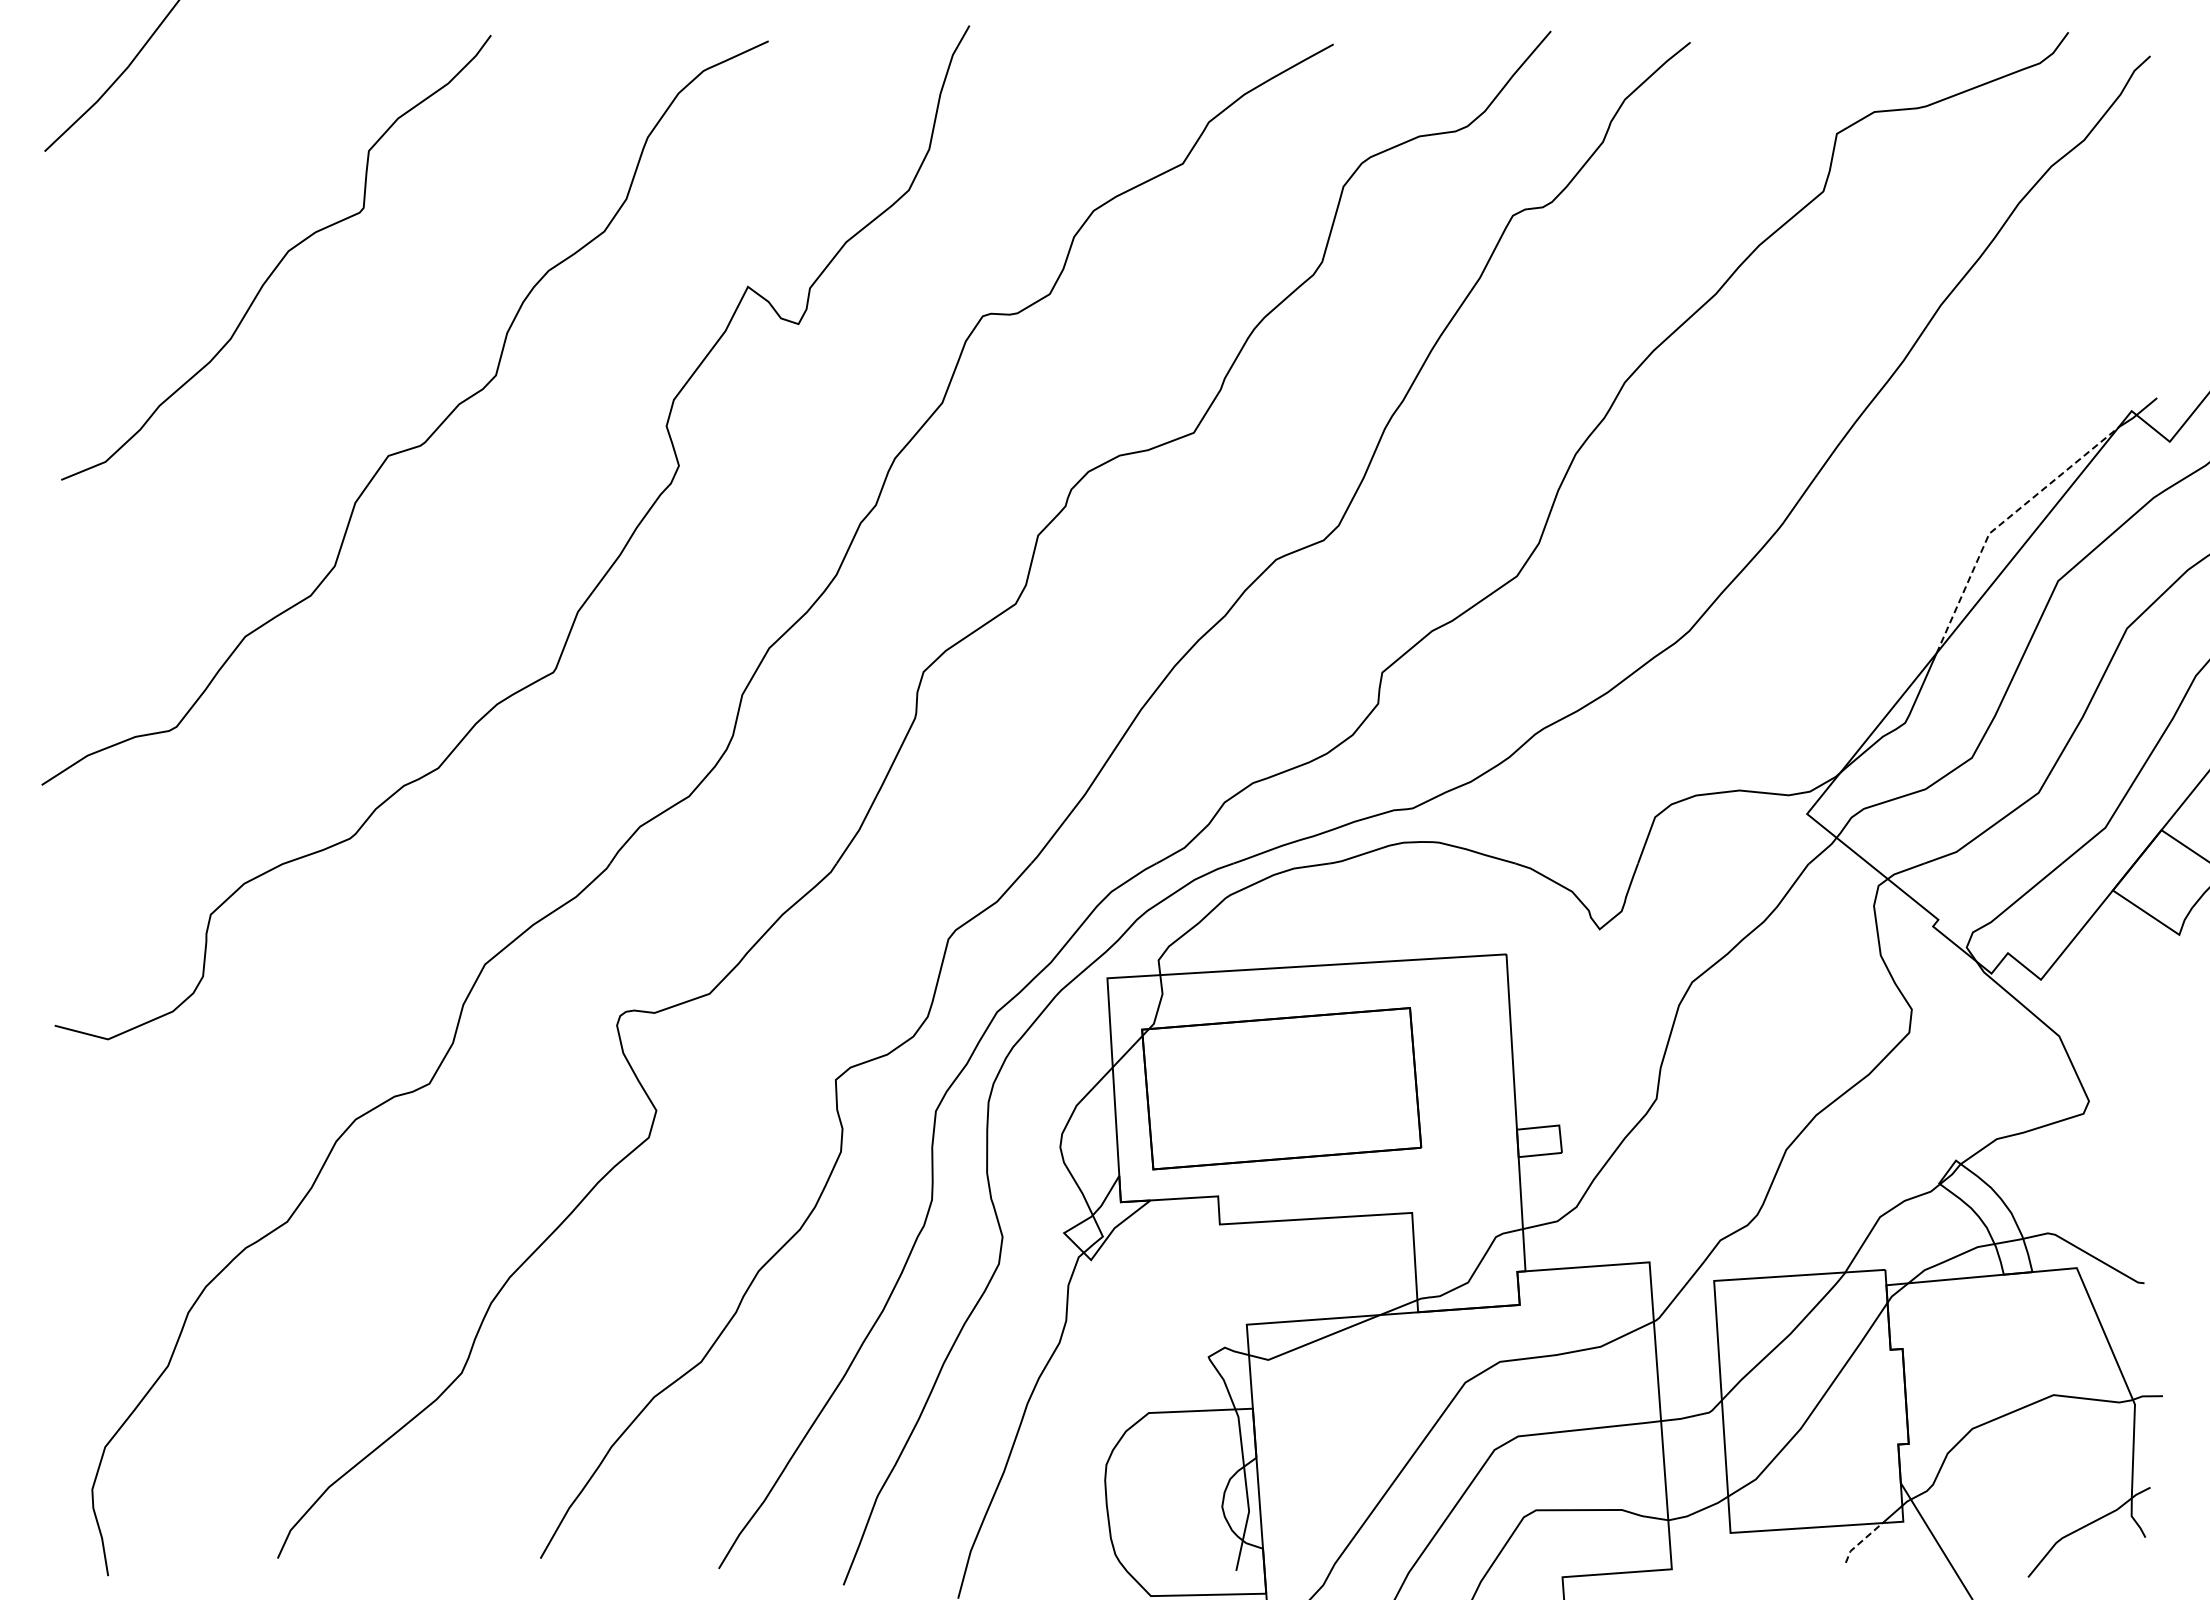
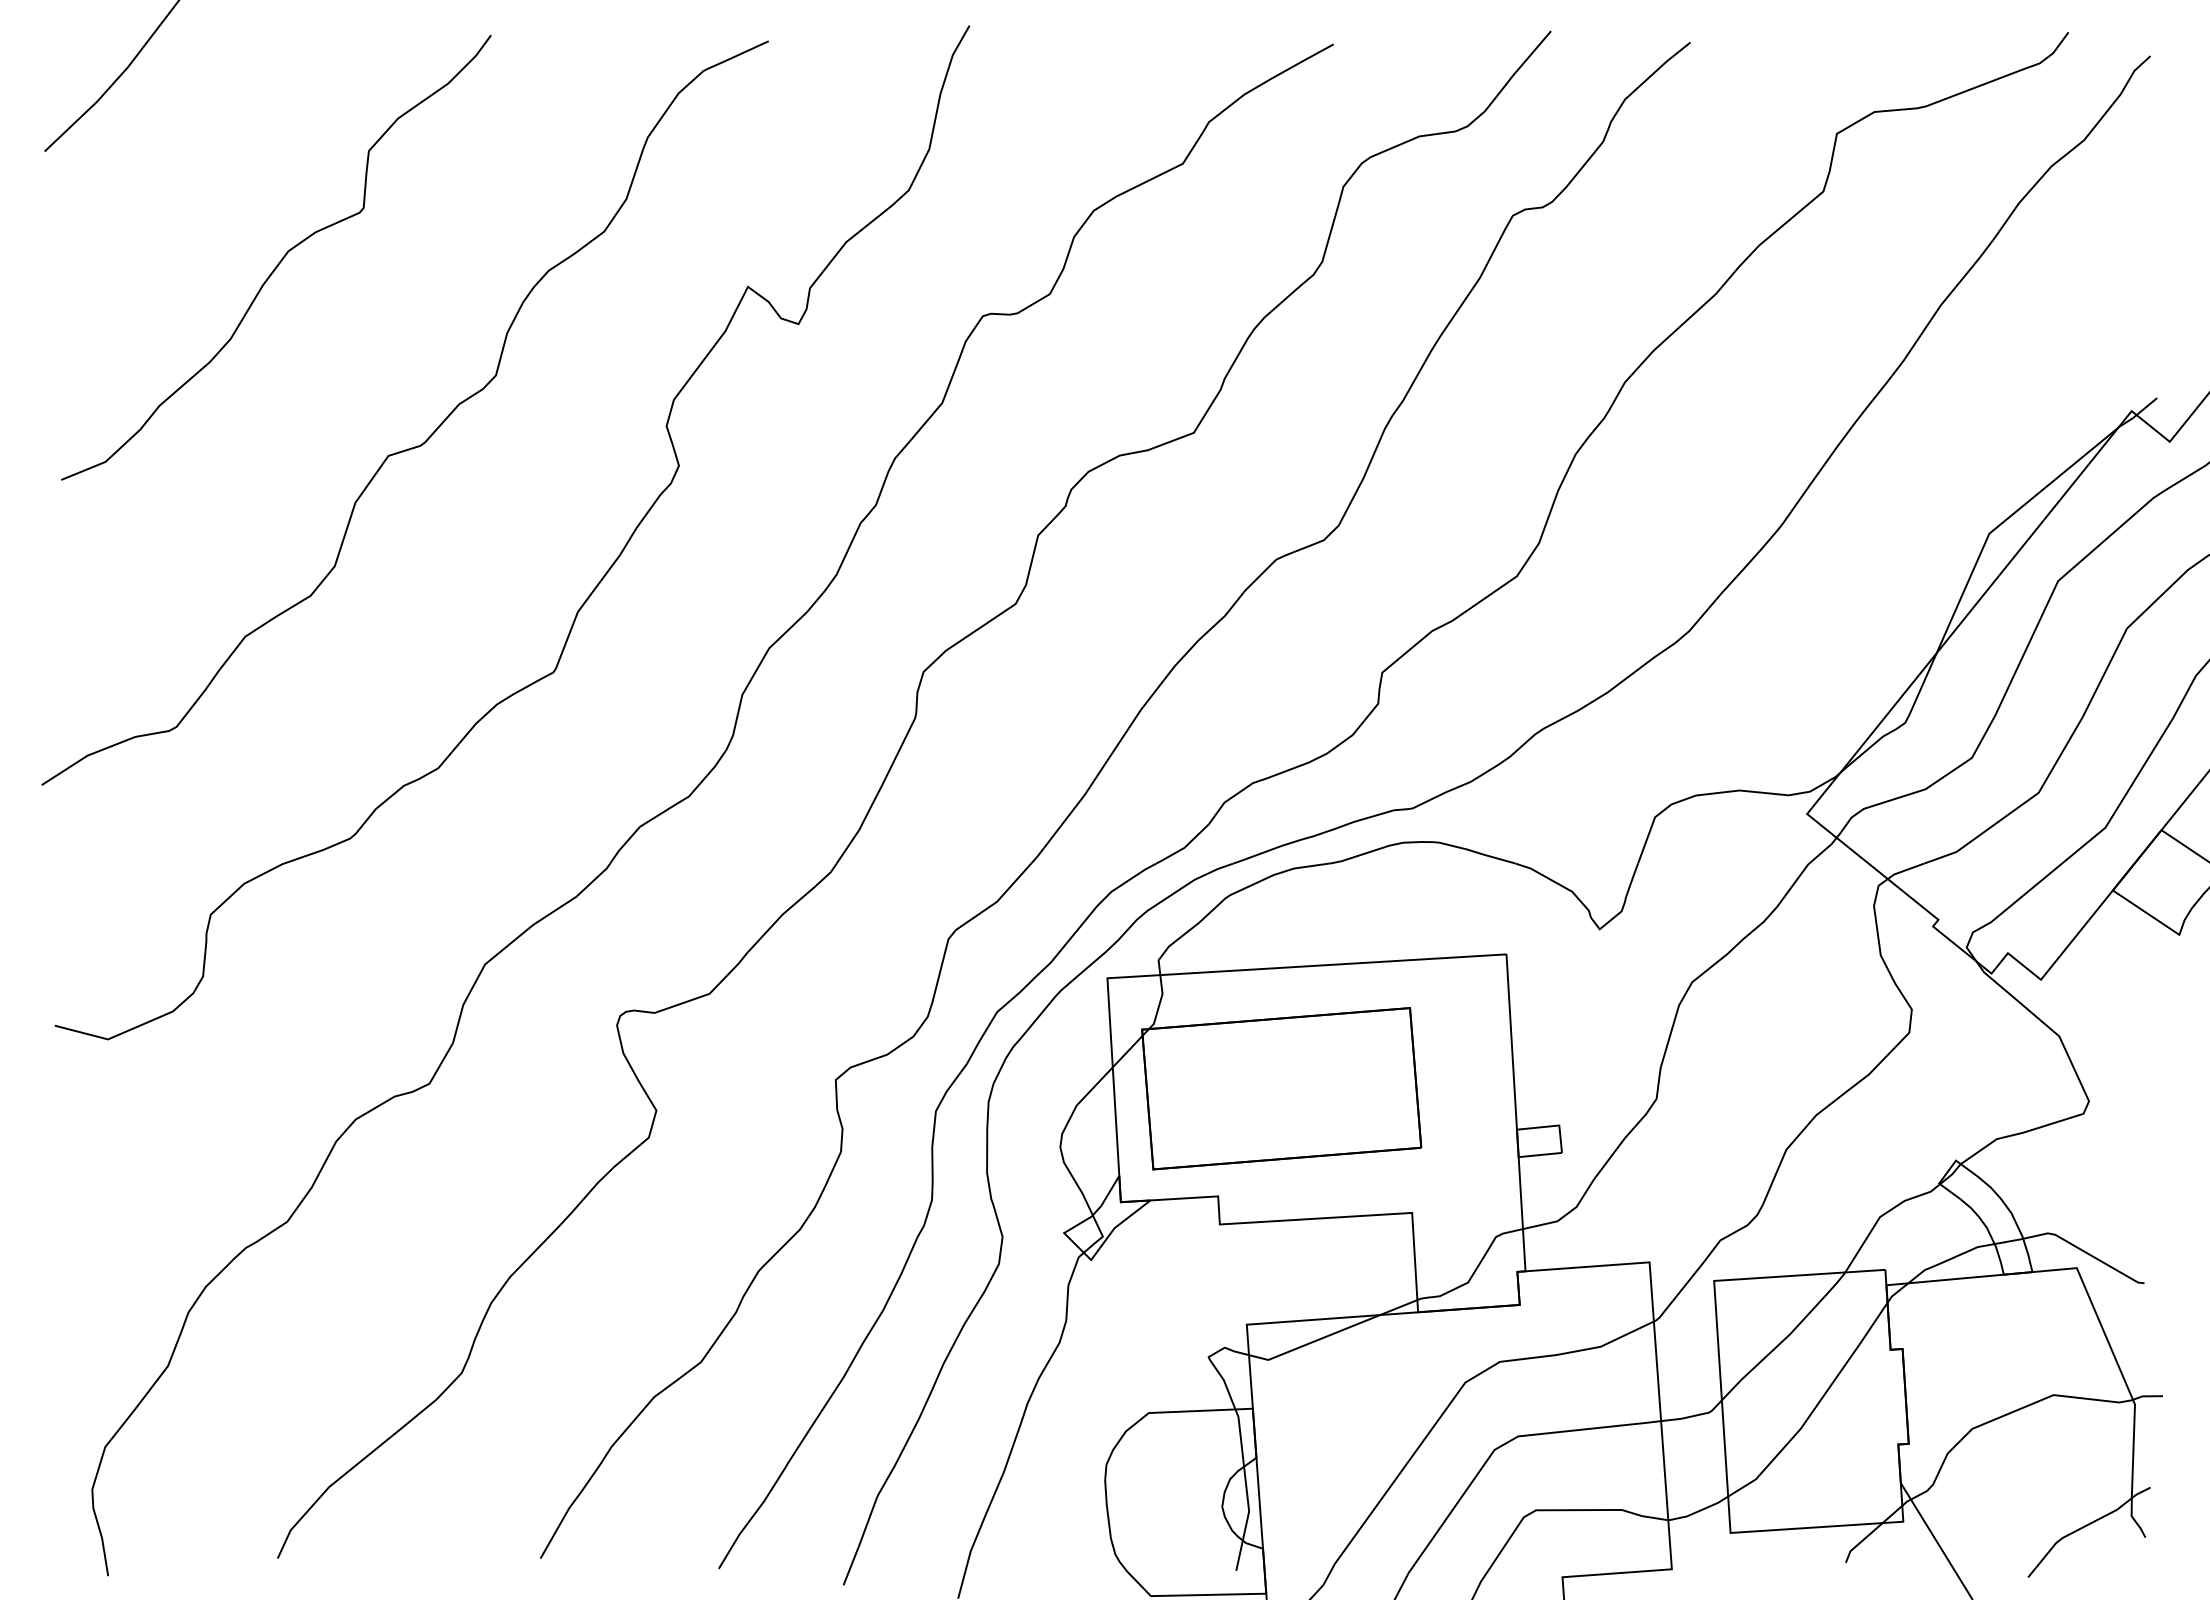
line at (2003, 522): dashed -> solid
line at (1861, 1541): dashed -> solid
